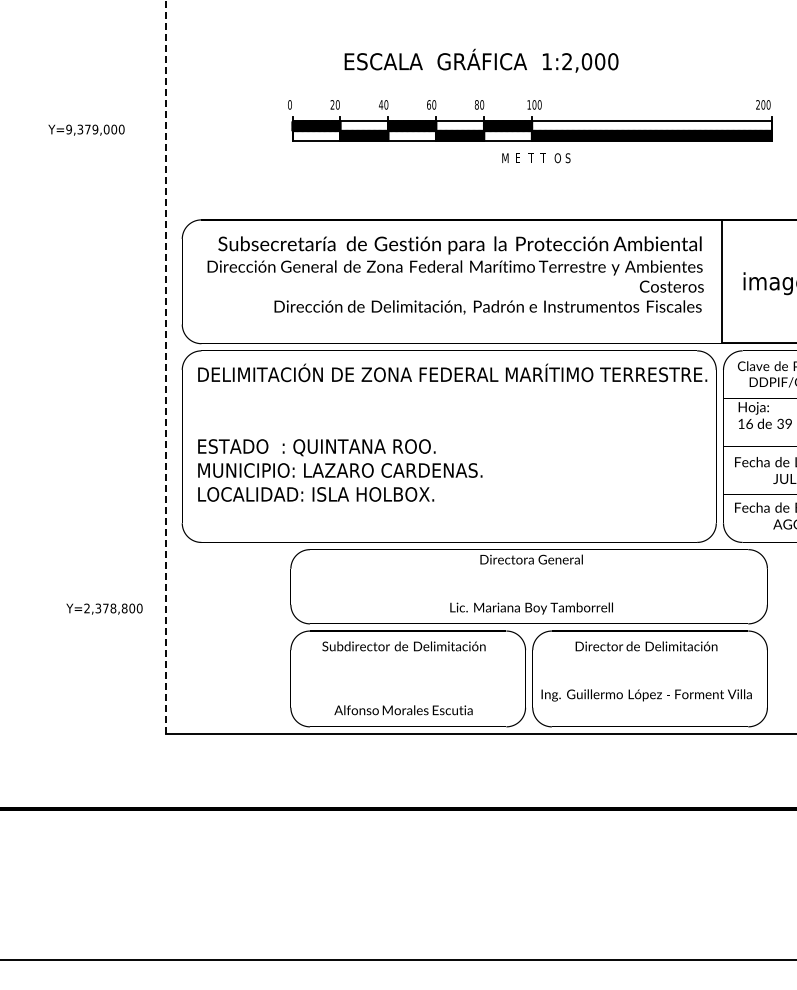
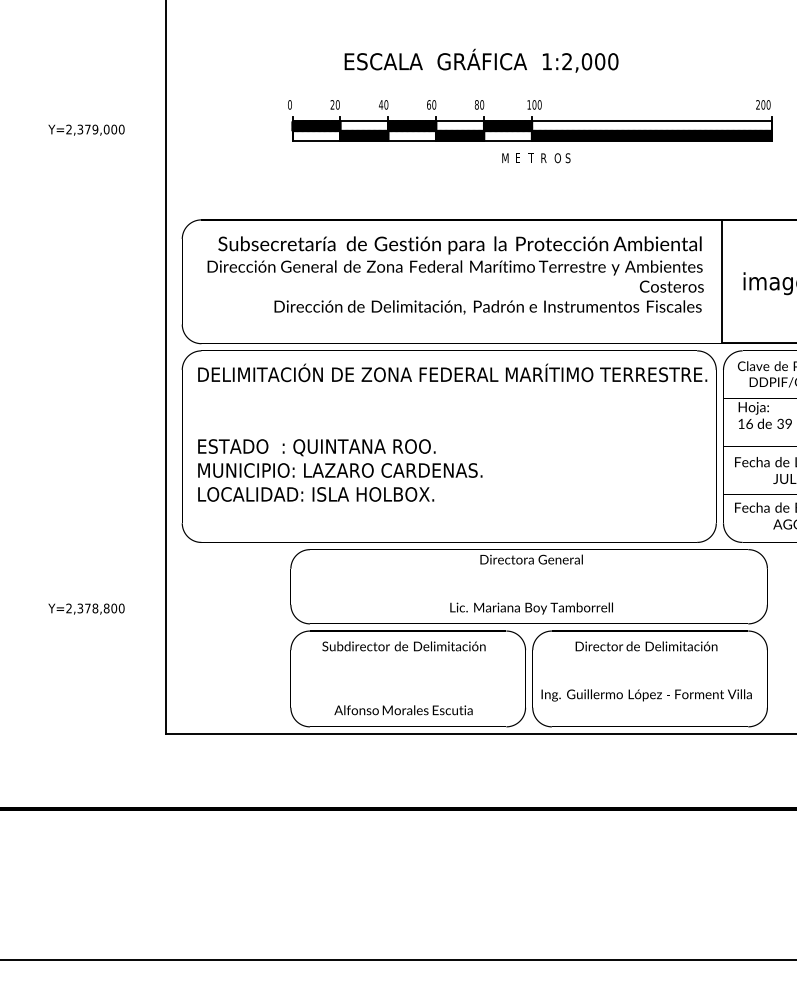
text at (68, 129): Y=9,379,000 -> Y=2,379,000
text at (543, 157): T -> R
line at (166, 366): dashed -> solid
text at (104, 608) position: (104, 608) -> (86, 608)
